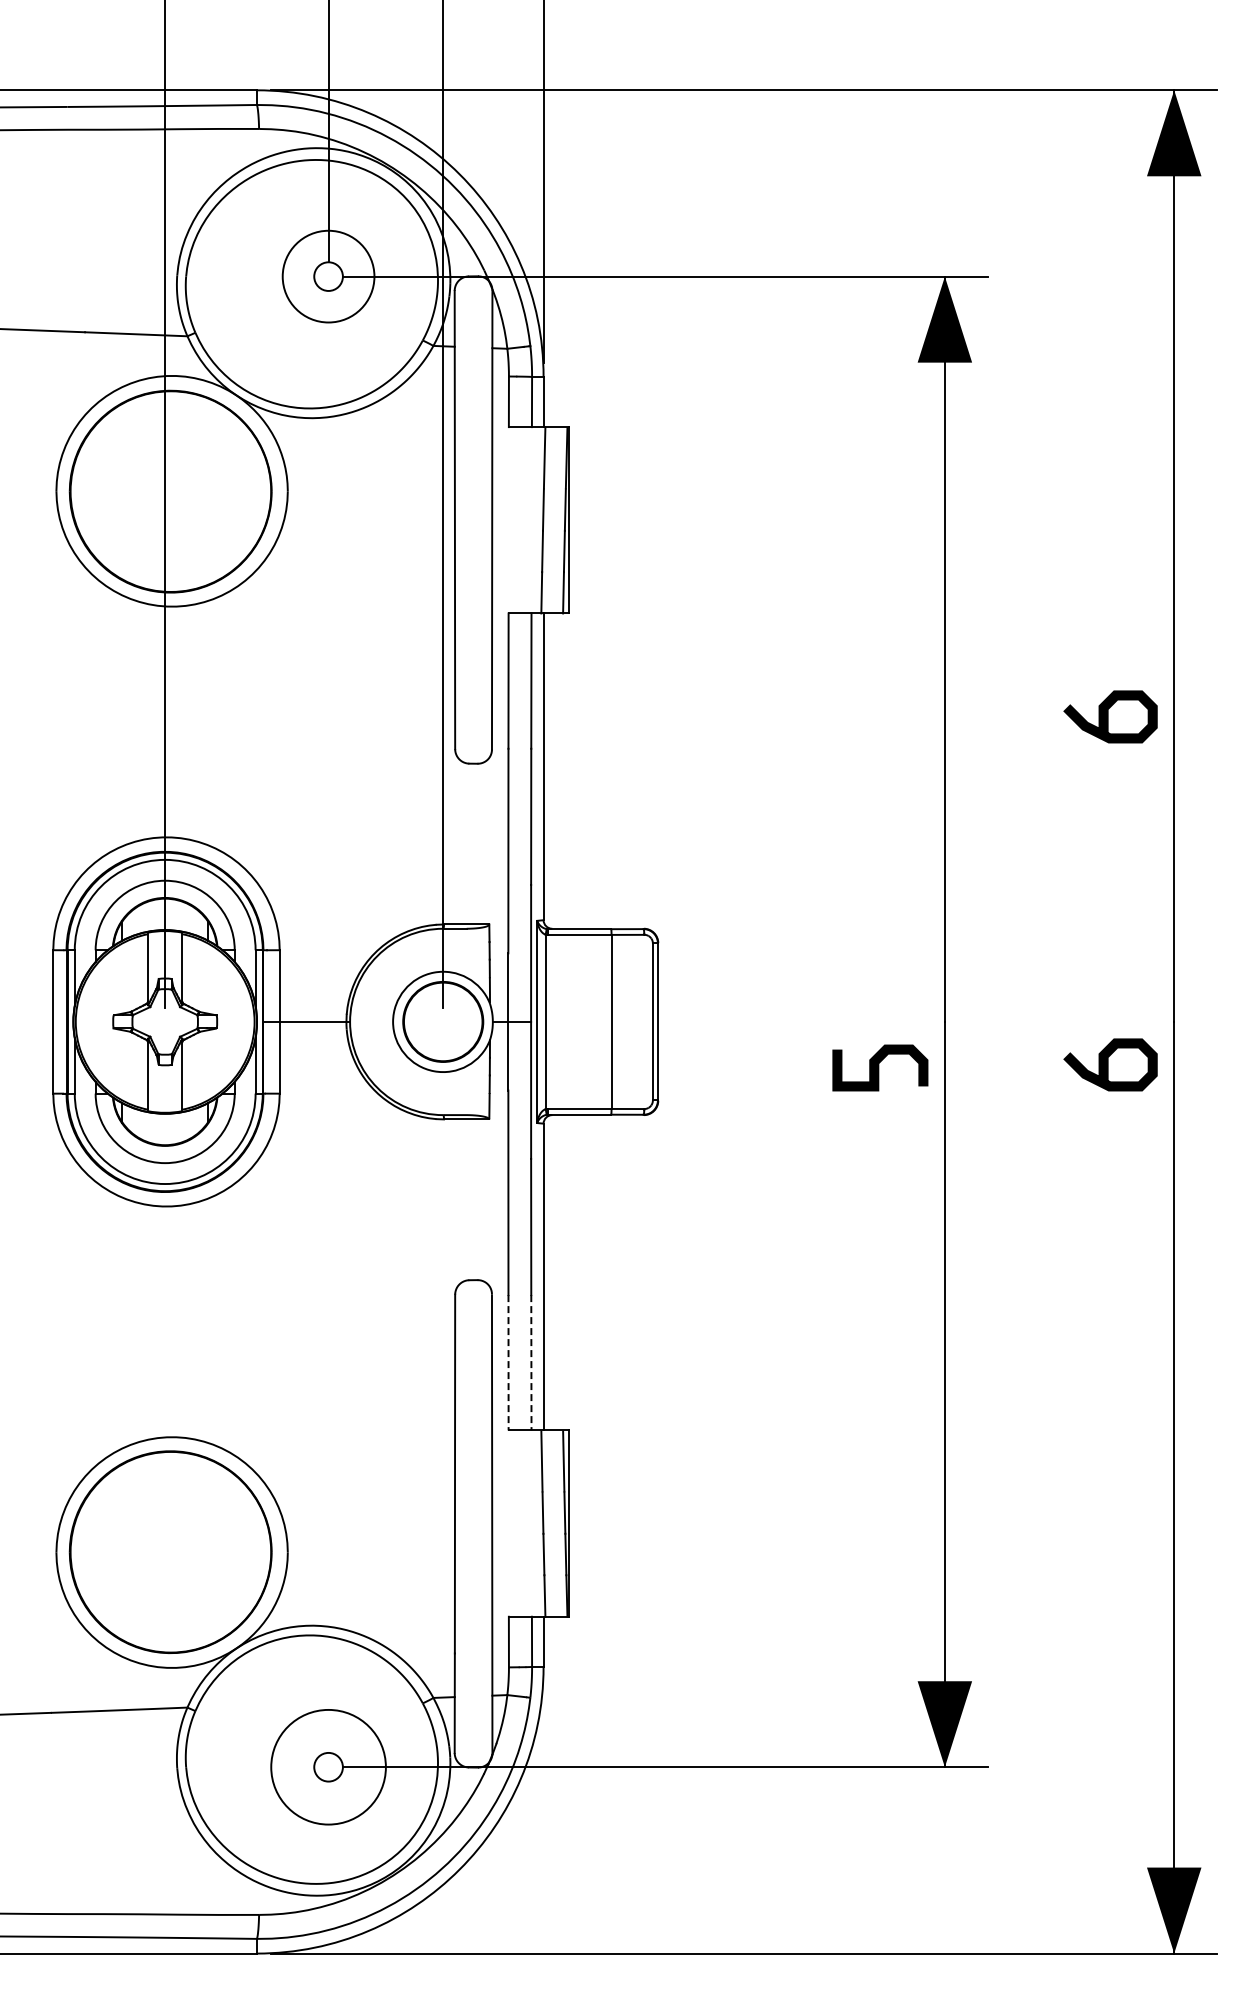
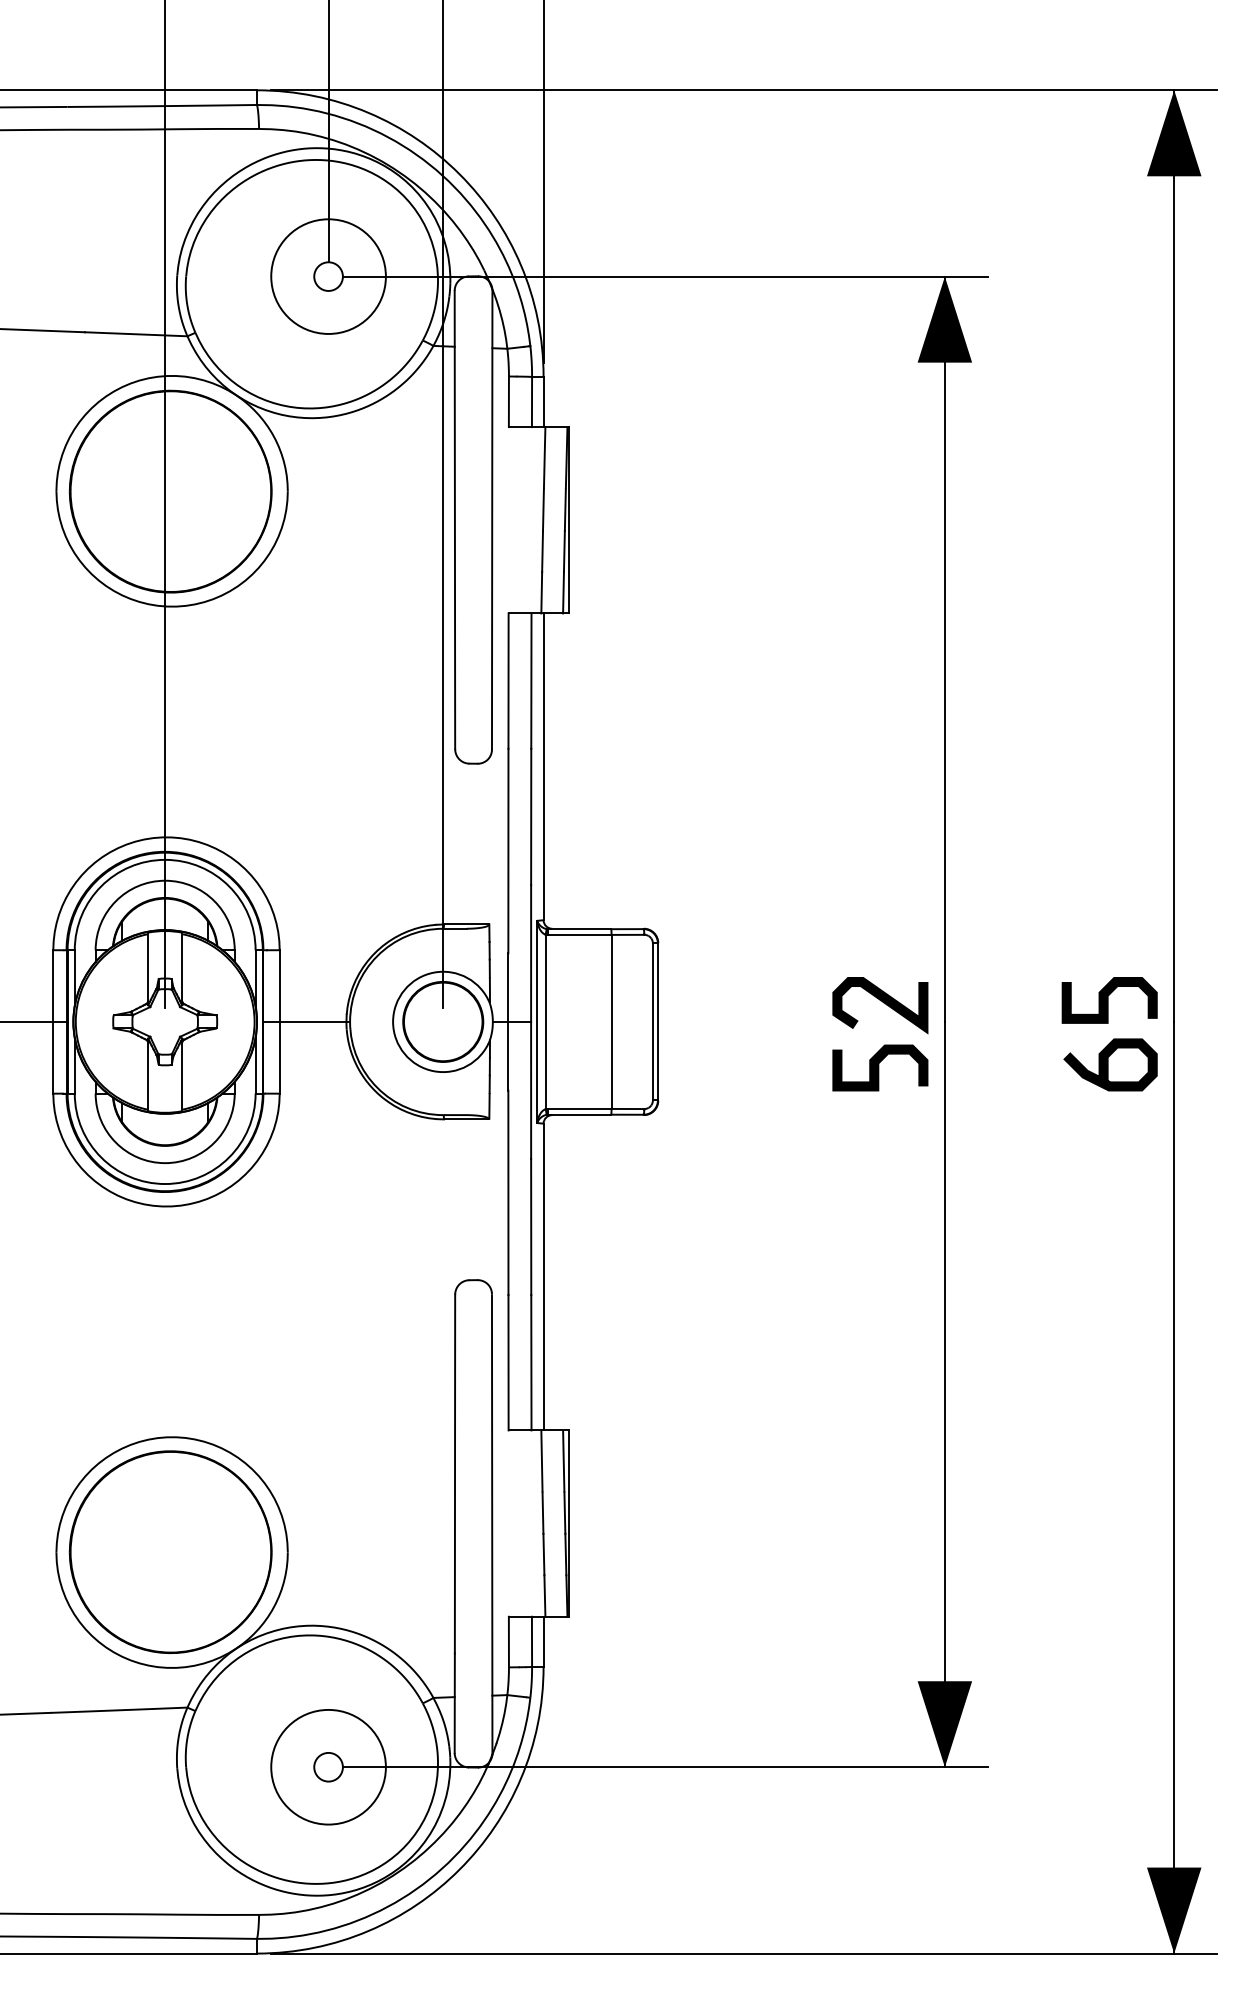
circle at (328, 276) diameter: 92 px -> 115 px
curve at (1108, 716): present -> none
curve at (1108, 1000): none -> present
curve at (882, 1002): none -> present
line at (34, 1021): none -> present
line at (508, 1362): dashed -> solid
line at (531, 1362): dashed -> solid
